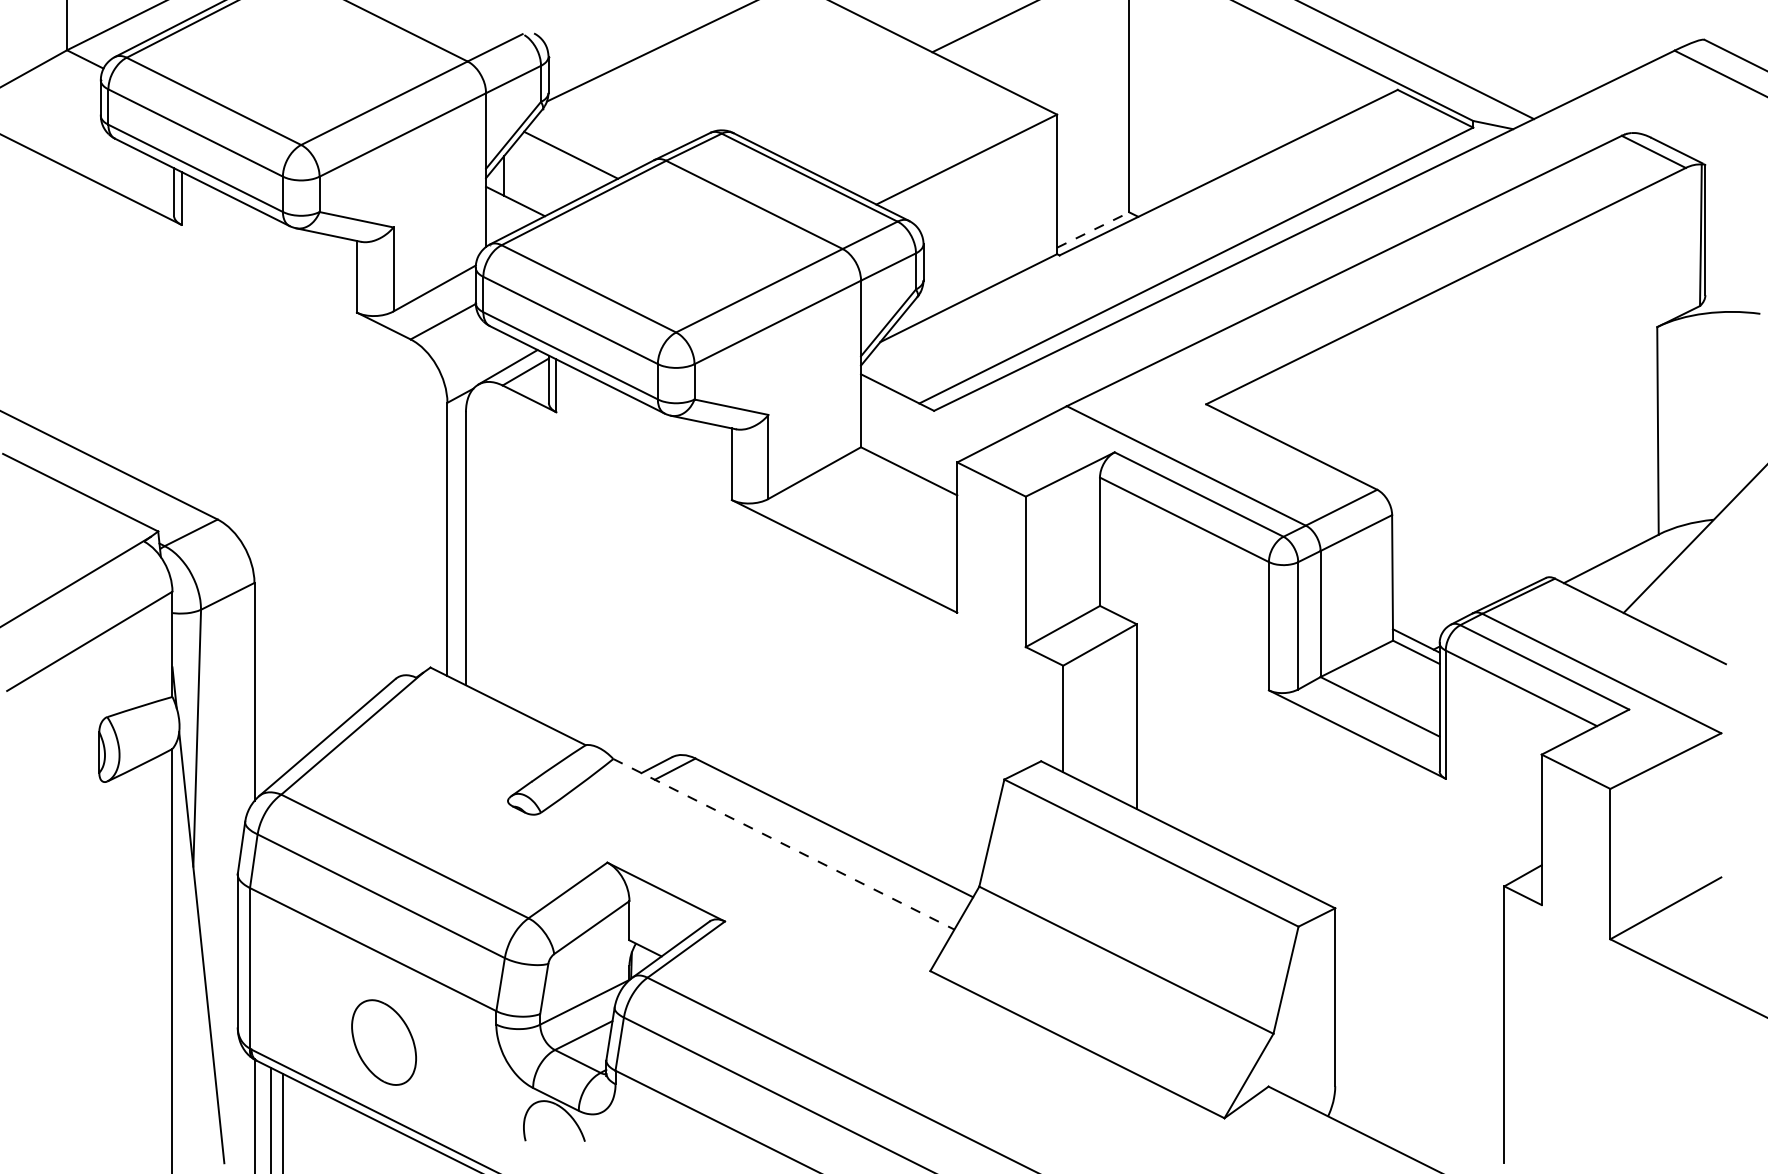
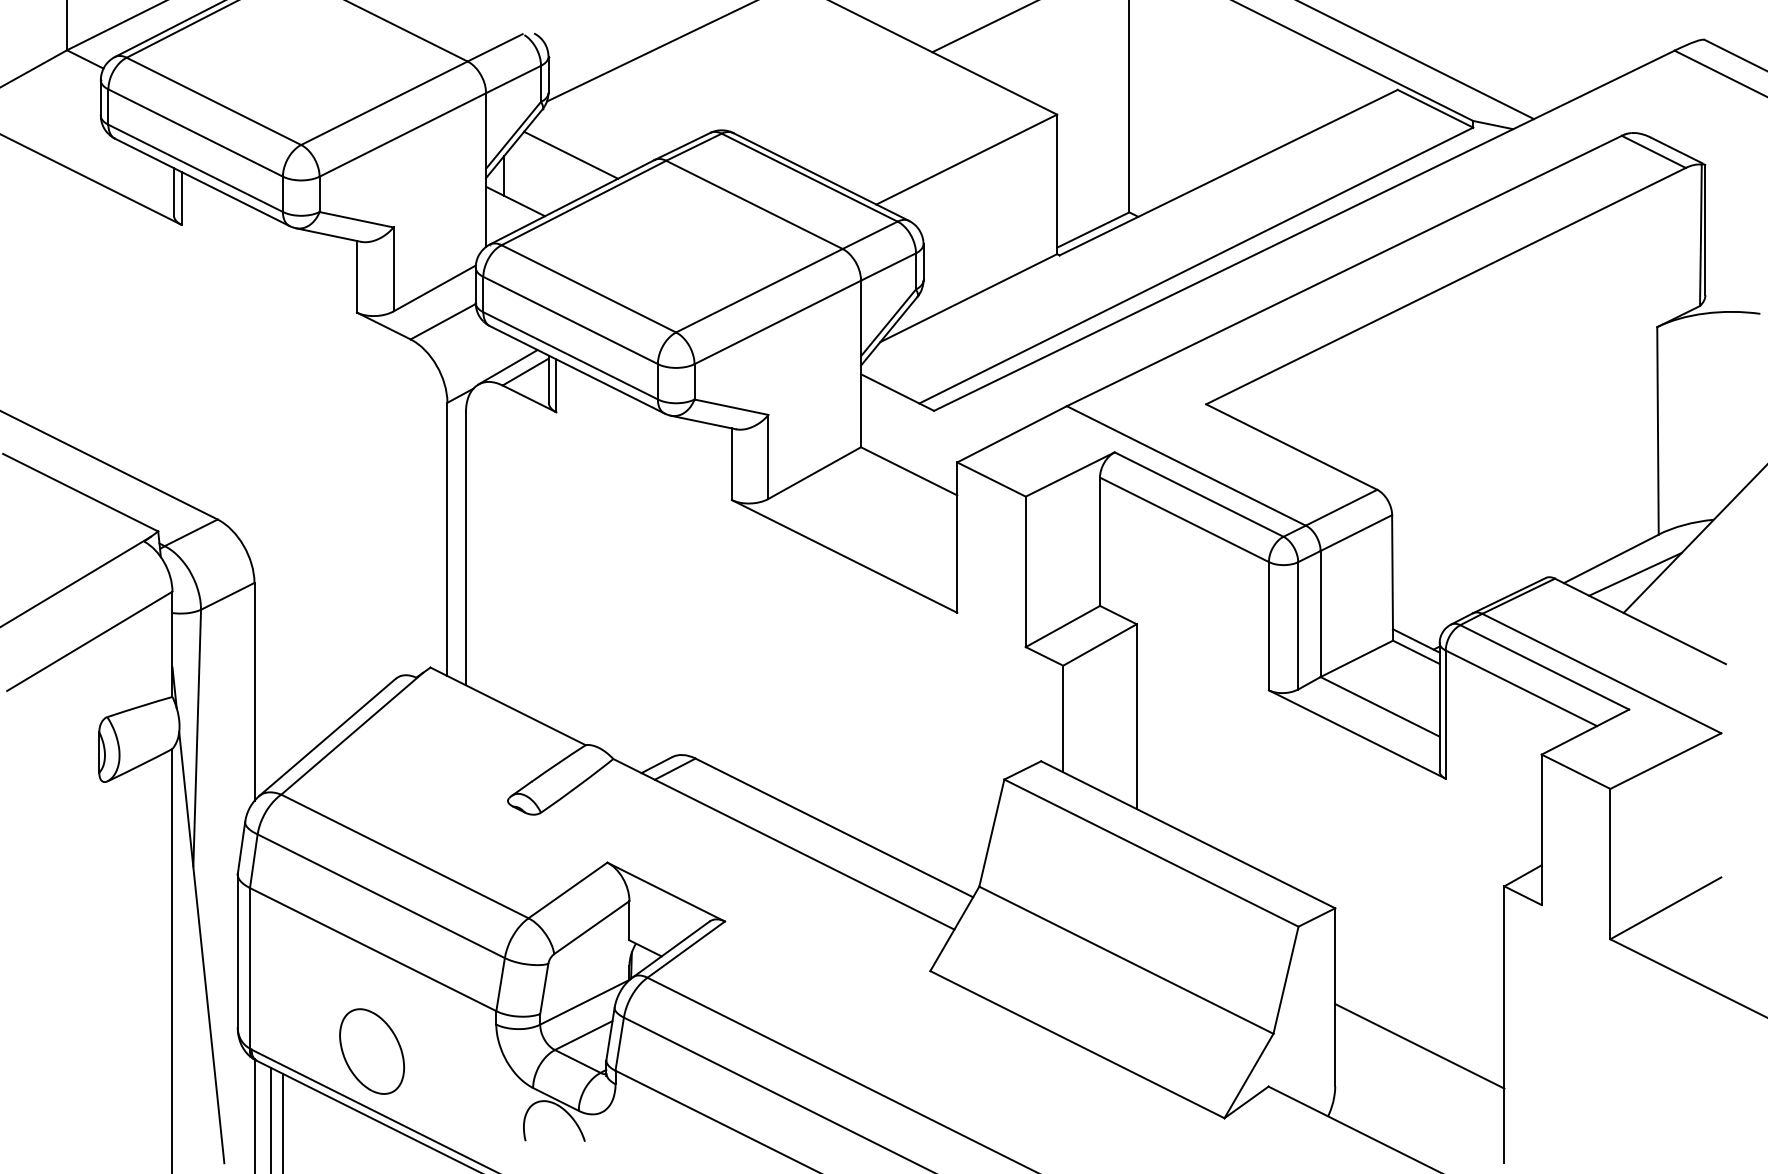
line at (1093, 229): dashed -> solid
line at (1635, 574): none -> present
line at (783, 844): dashed -> solid
part at (383, 1042) position: (383, 1042) -> (371, 1051)
line at (1419, 1046): none -> present
